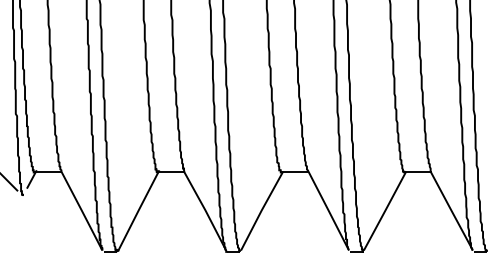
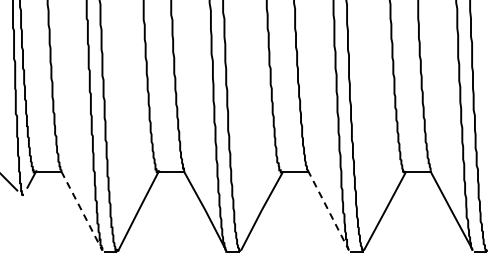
line at (328, 210): solid -> dashed
line at (82, 211): solid -> dashed
